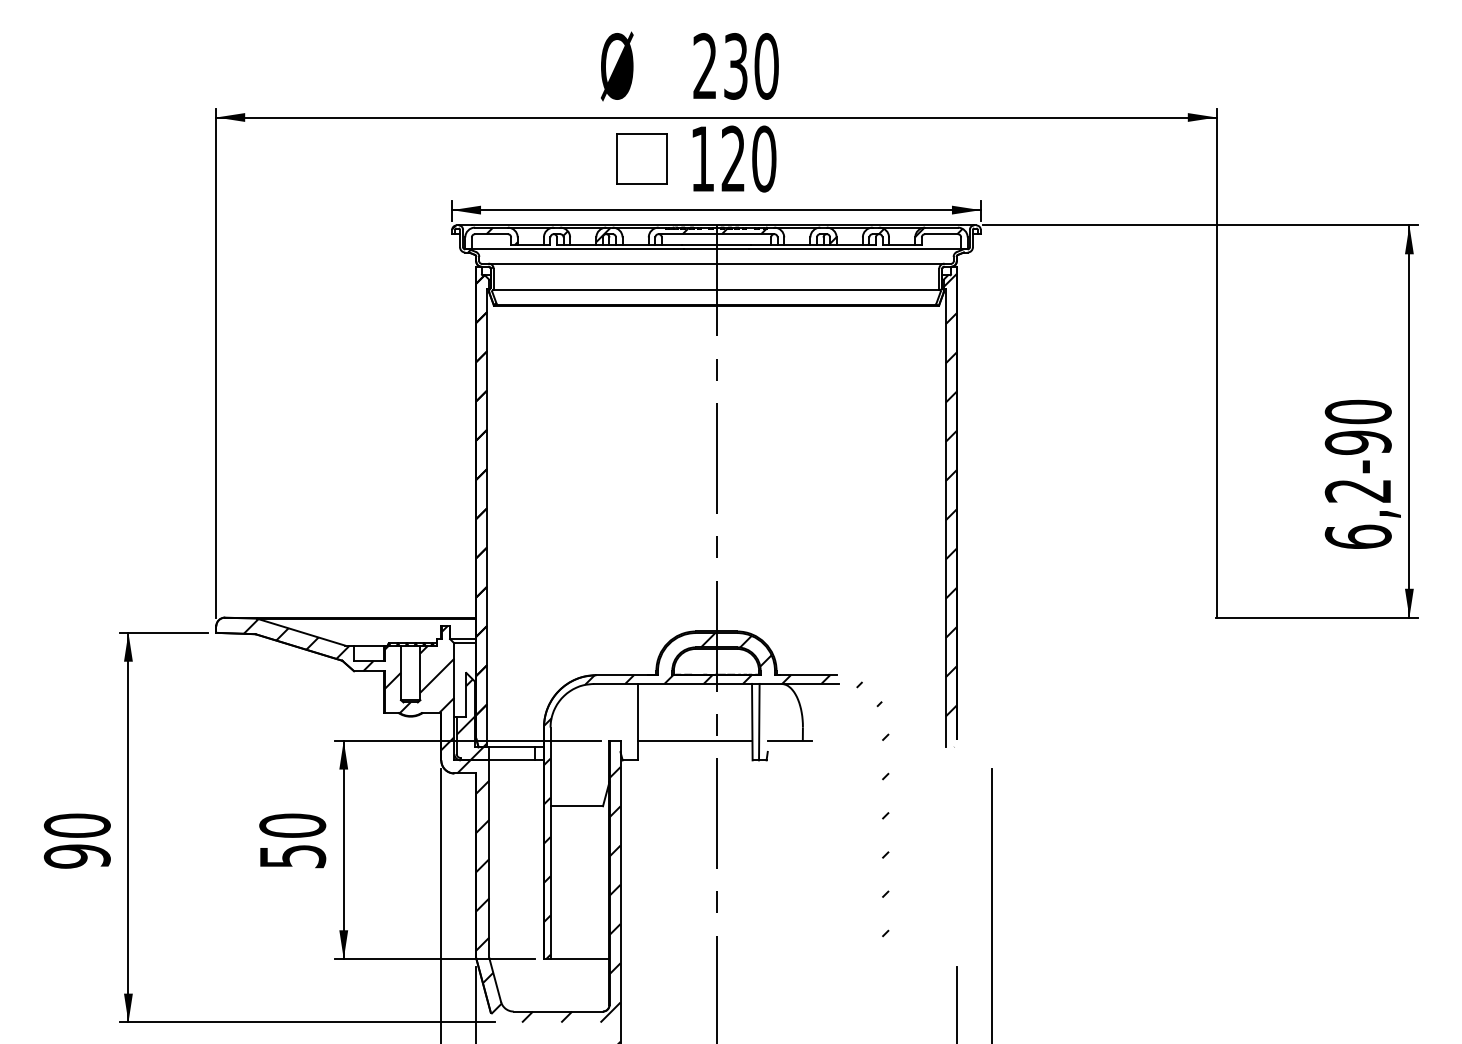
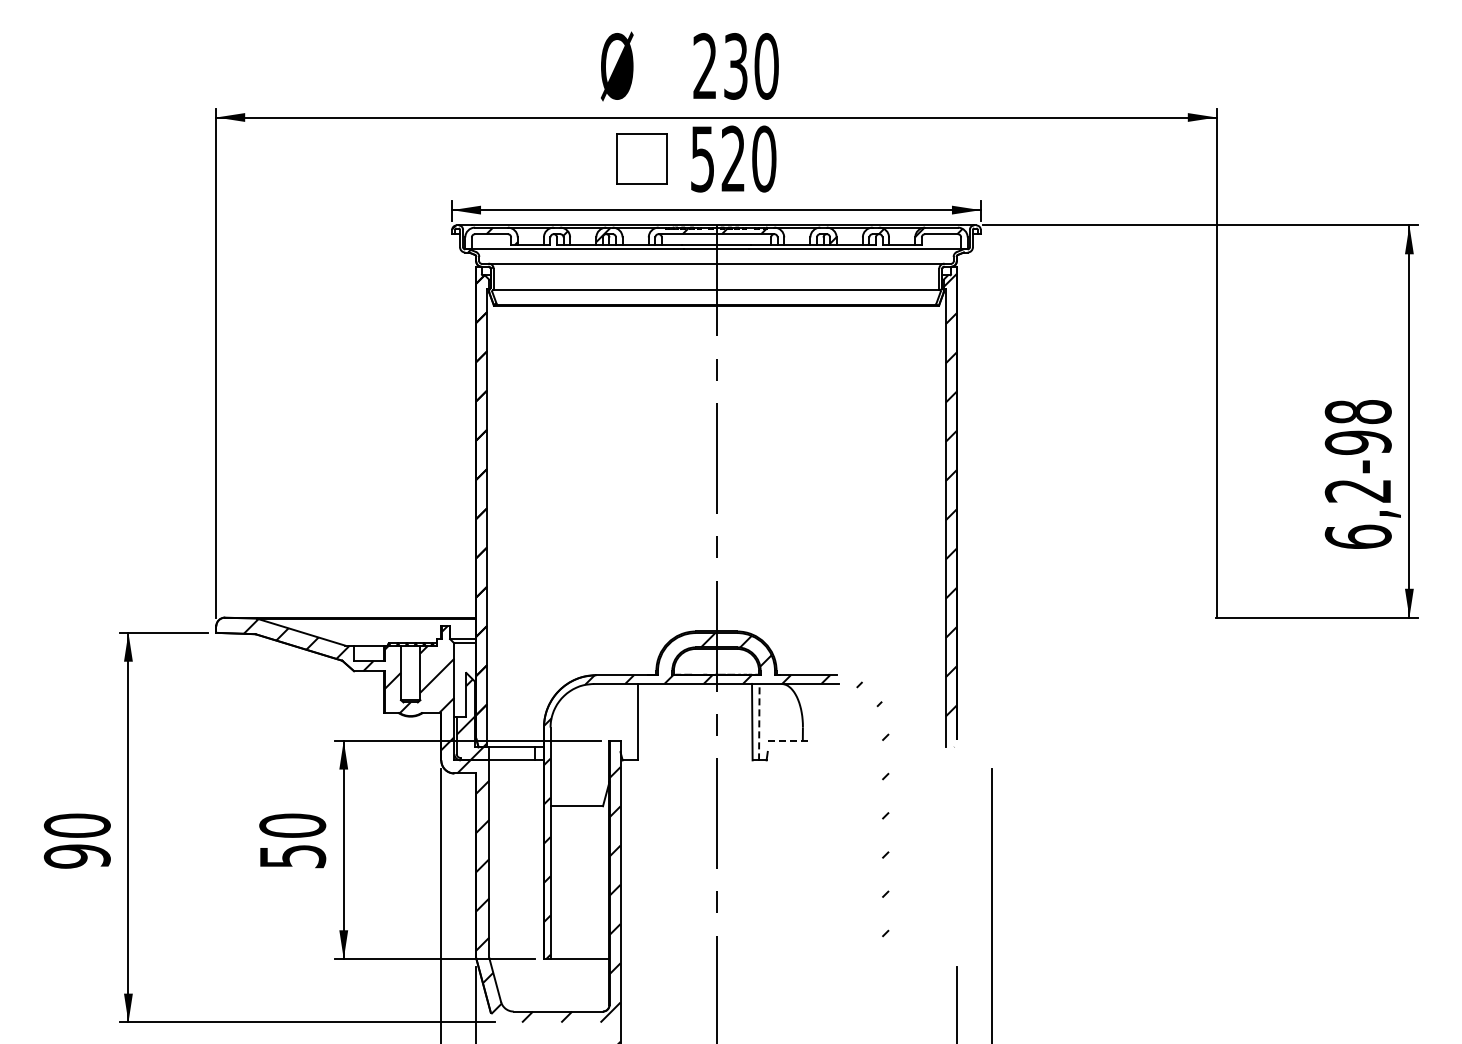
text at (702, 159): 120 -> 520
text at (1358, 411): 6,2-90 -> 6,2-98
line at (759, 721): solid -> dashed
line at (694, 740): present -> none
line at (790, 740): solid -> dashed
